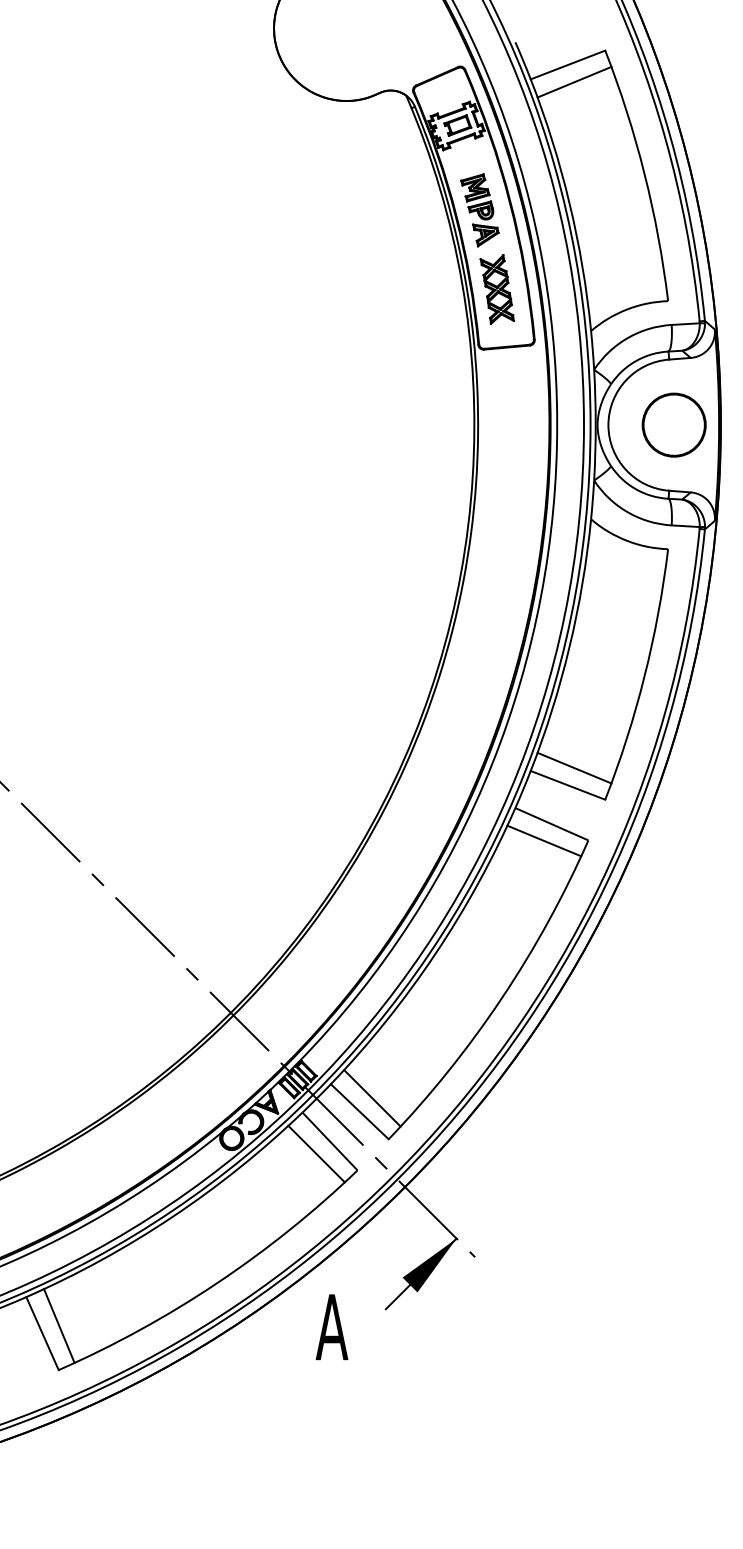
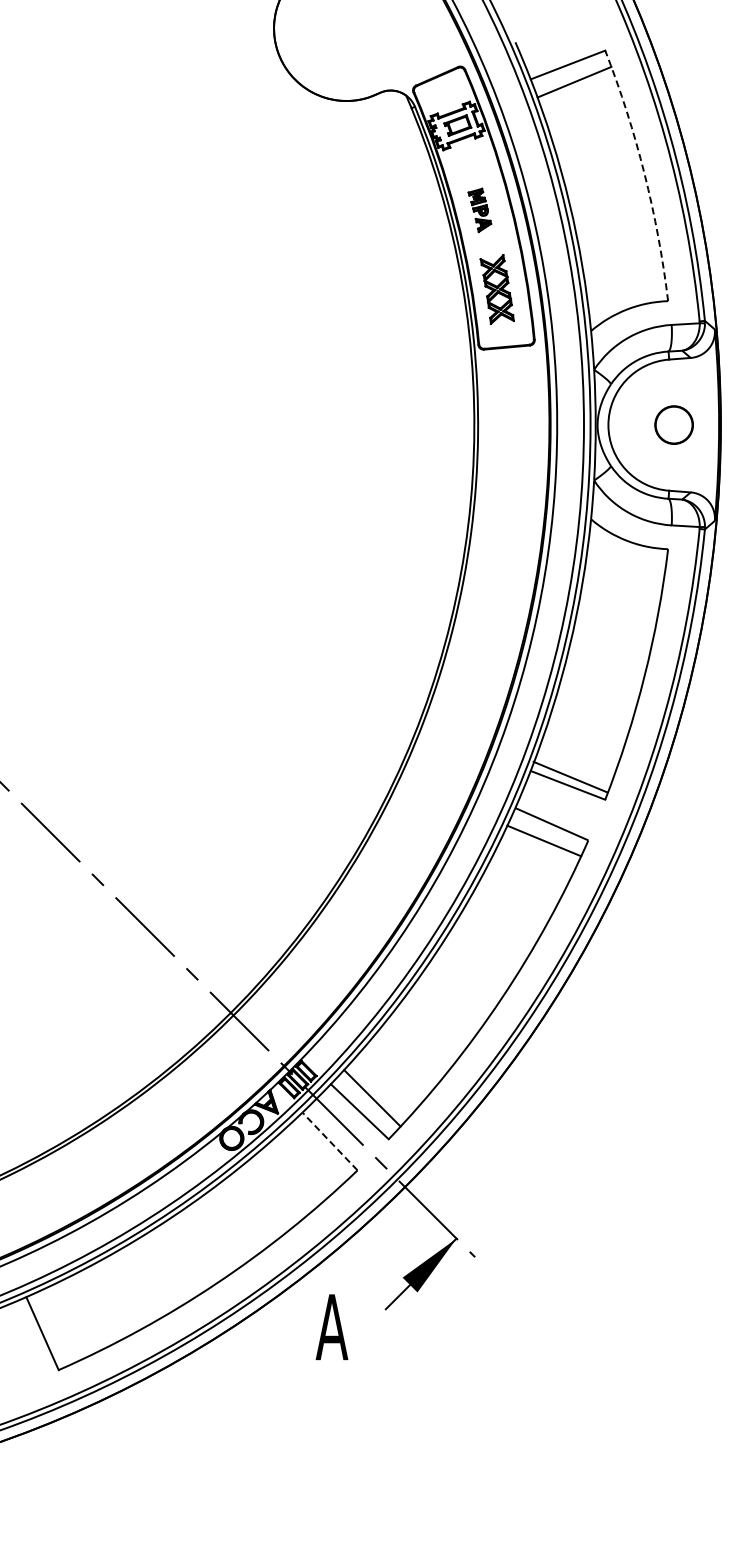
arc at (644, 173): solid -> dashed
part at (479, 210) size: 40x75 px -> 26x47 px
circle at (673, 424) size: 66x66 px -> 40x40 px
line at (574, 767) position: (574, 767) -> (570, 776)
line at (329, 1141): solid -> dashed
line at (316, 1153): present -> none
line at (59, 1325): present -> none
